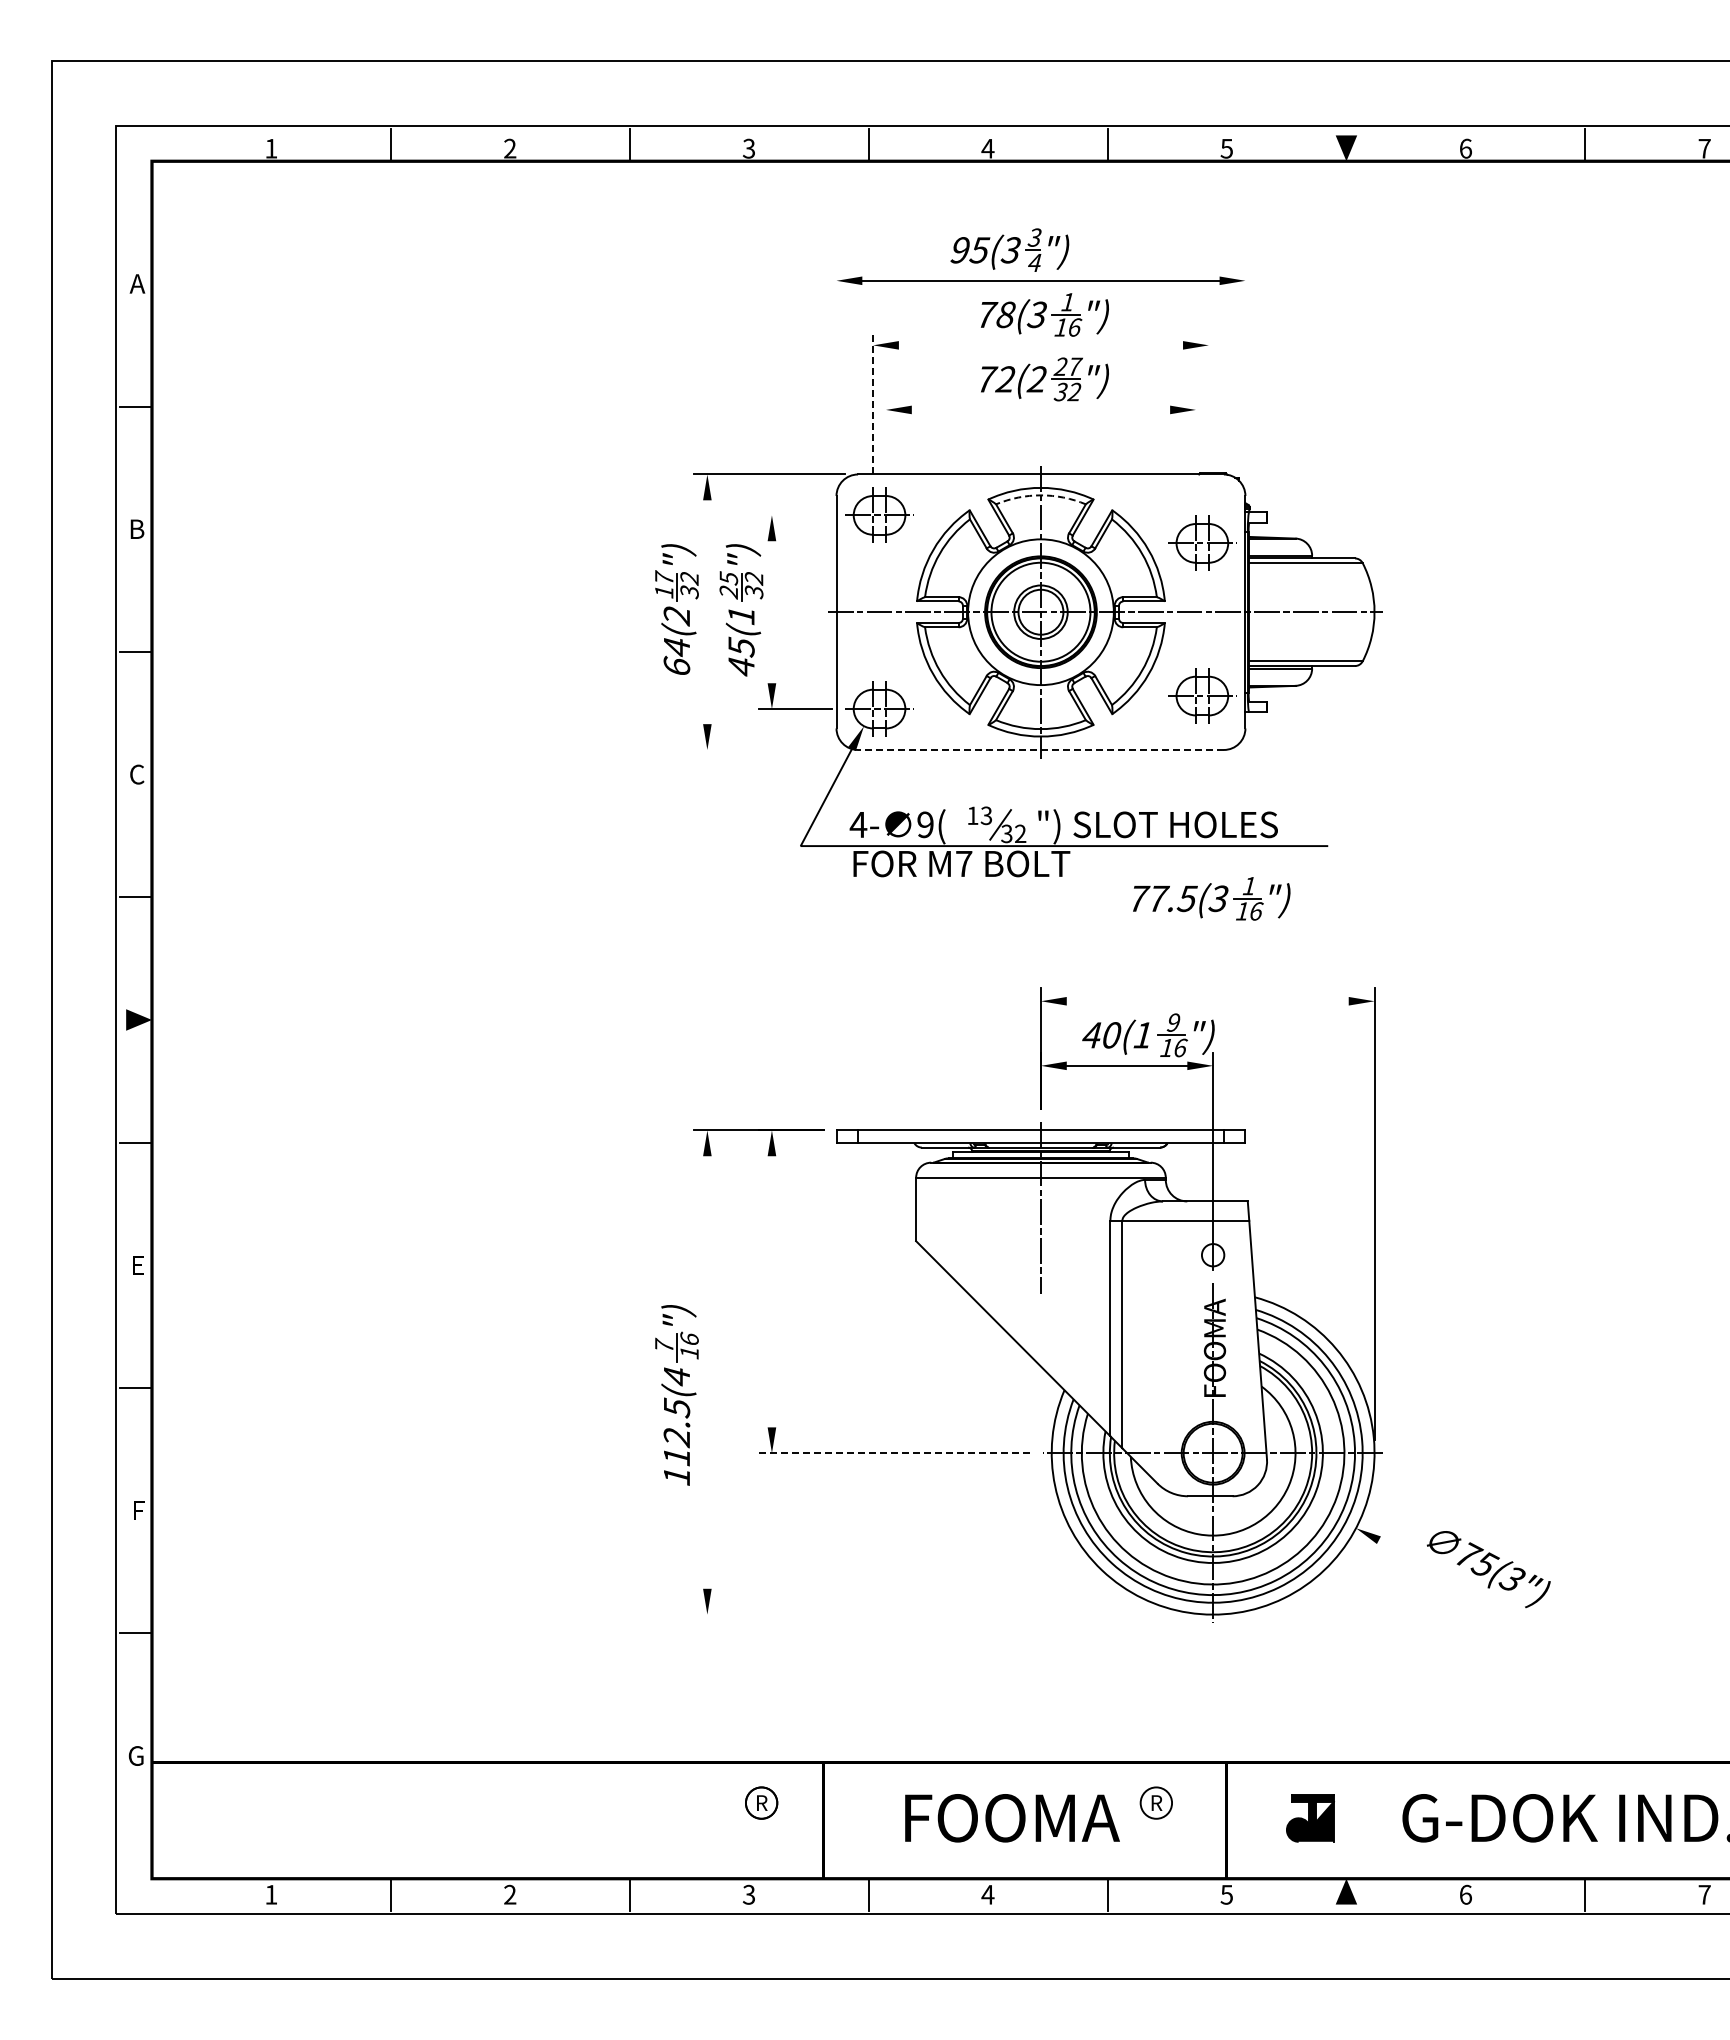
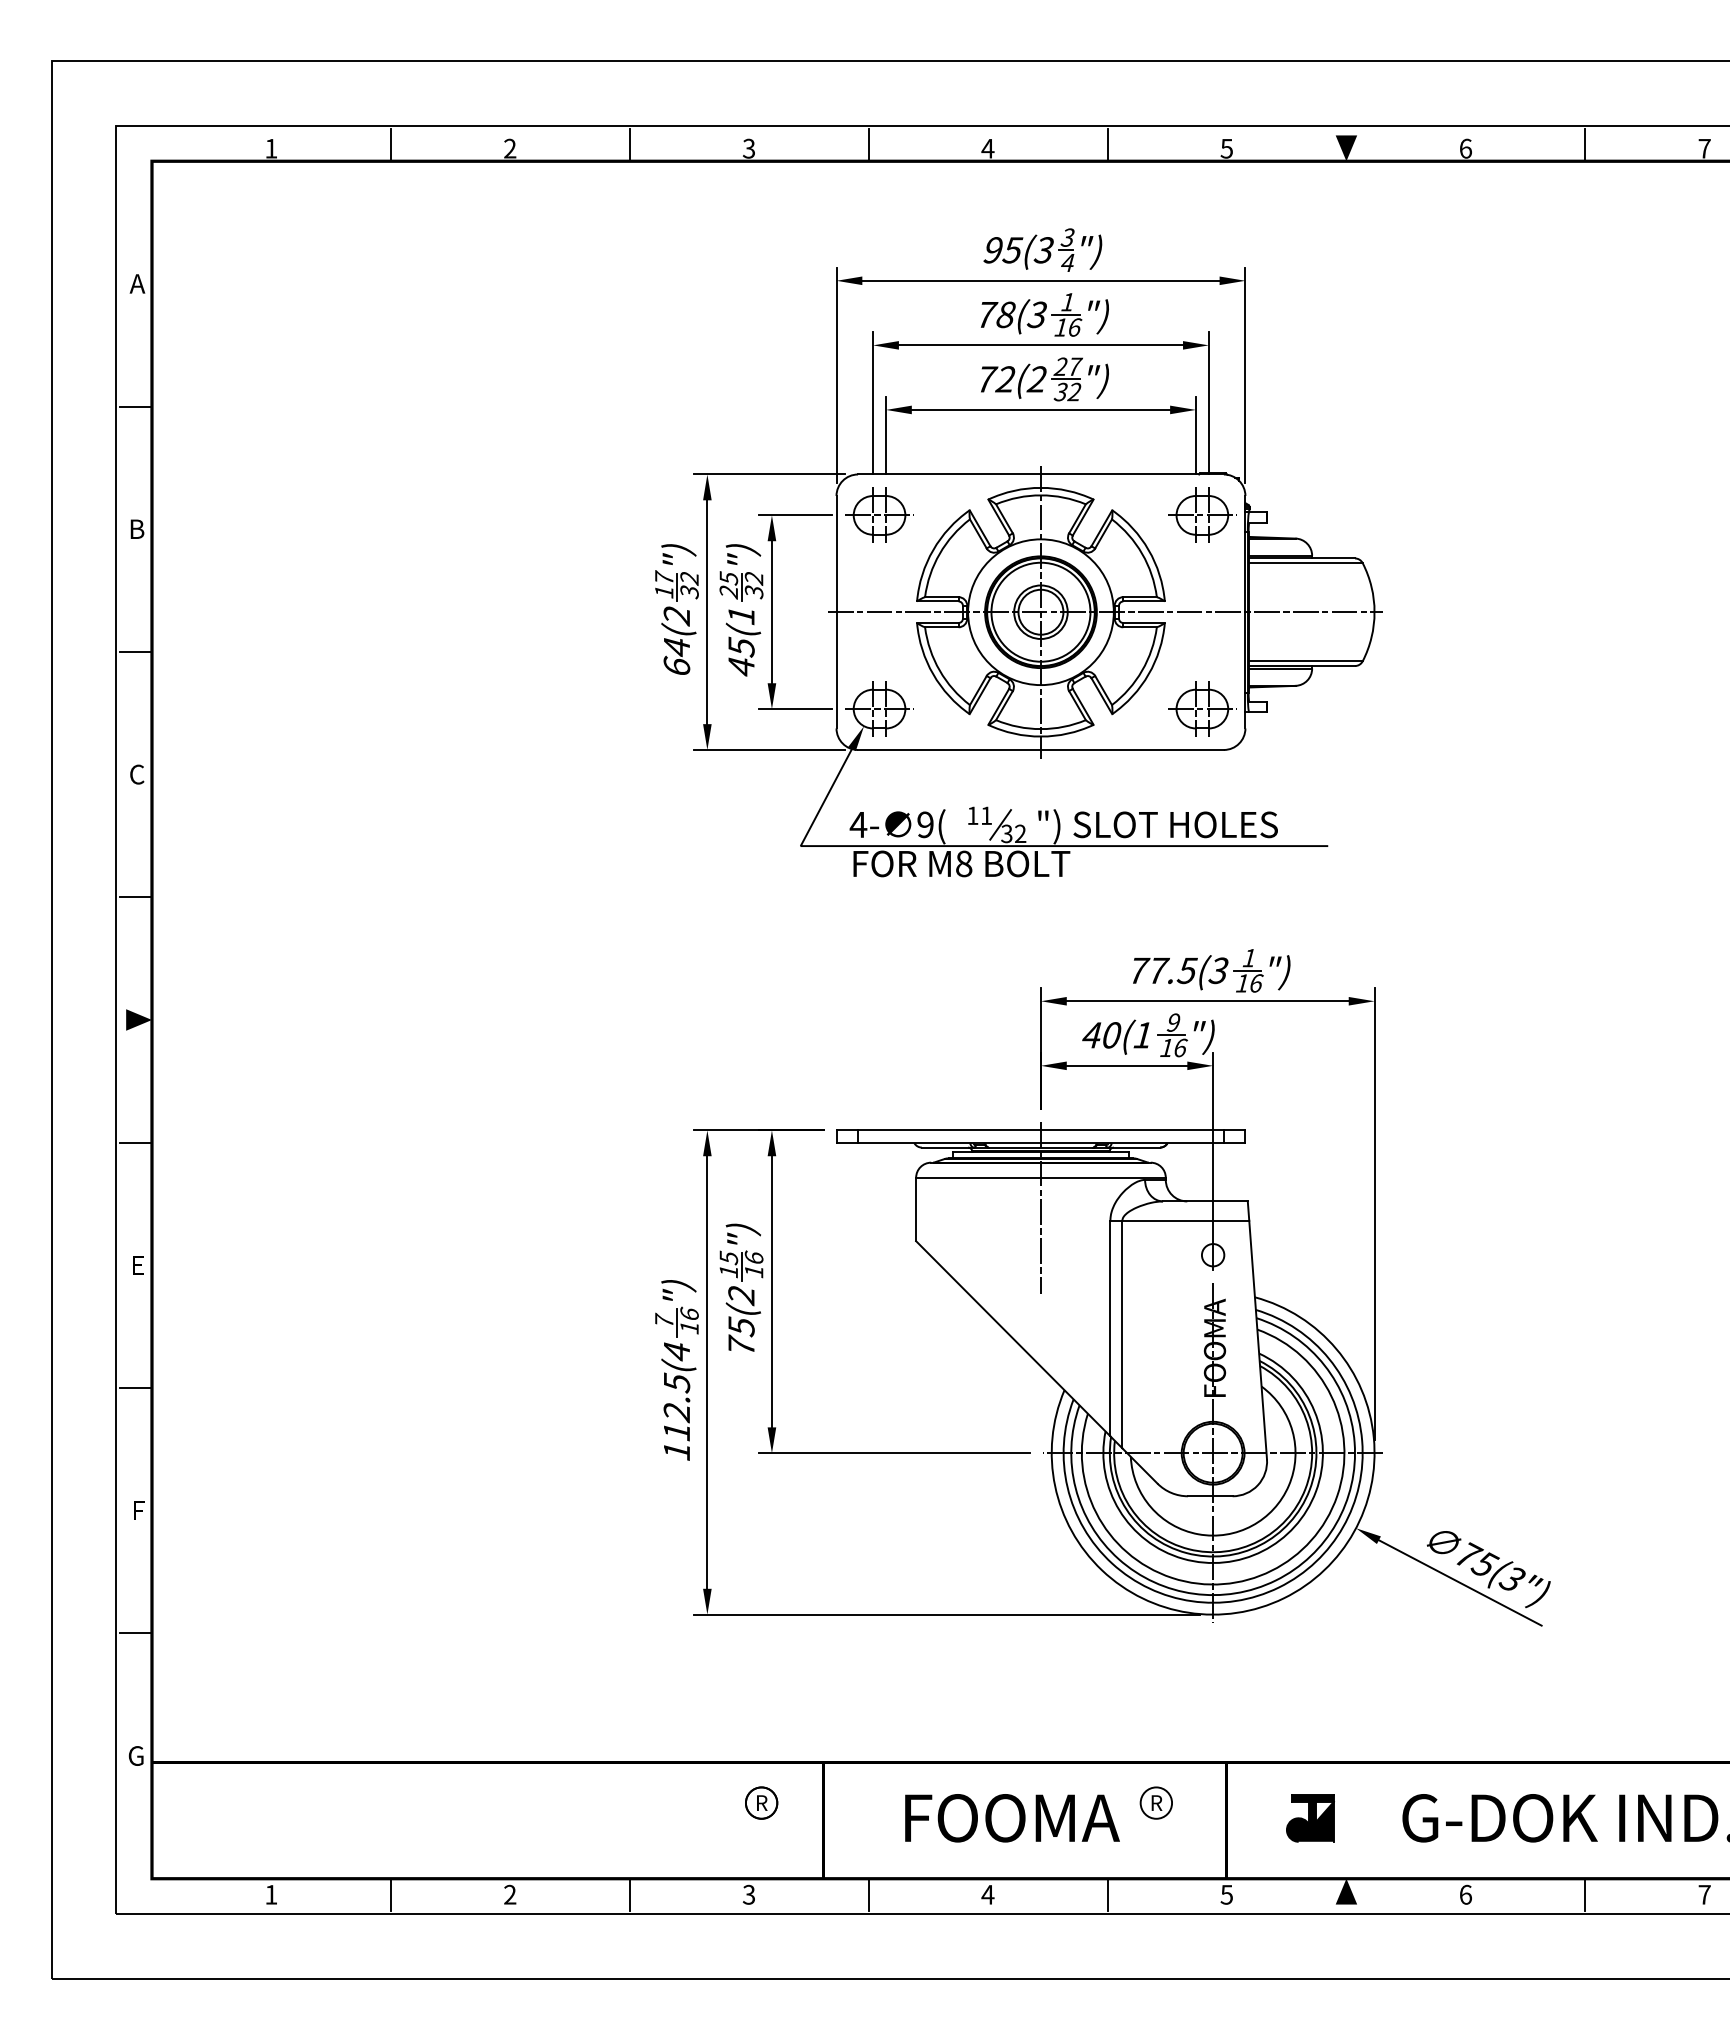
part at (1009, 249) position: (1009, 249) -> (1042, 249)
line at (1040, 345): none -> present
line at (836, 375): none -> present
line at (1245, 375): none -> present
line at (873, 402): dashed -> solid
line at (1208, 403): none -> present
line at (1040, 409): none -> present
line at (886, 435): none -> present
line at (1195, 435): none -> present
arc at (1040, 495): dashed -> solid
line at (795, 515): none -> present
part at (1202, 542) position: (1202, 542) -> (1202, 514)
line at (707, 612): none -> present
line at (771, 612): none -> present
part at (1202, 695) position: (1202, 695) -> (1202, 708)
line at (769, 749): none -> present
line at (1040, 749): dashed -> solid
text at (985, 815): 13 -> 11
text at (964, 863): M7 -> M8
part at (1211, 898) position: (1211, 898) -> (1211, 970)
line at (1207, 1001): none -> present
part at (741, 1287): none -> present
line at (771, 1291): none -> present
line at (707, 1372): none -> present
part at (676, 1395) position: (676, 1395) -> (676, 1370)
line at (894, 1453): dashed -> solid
line at (1459, 1582): none -> present
line at (947, 1614): none -> present
